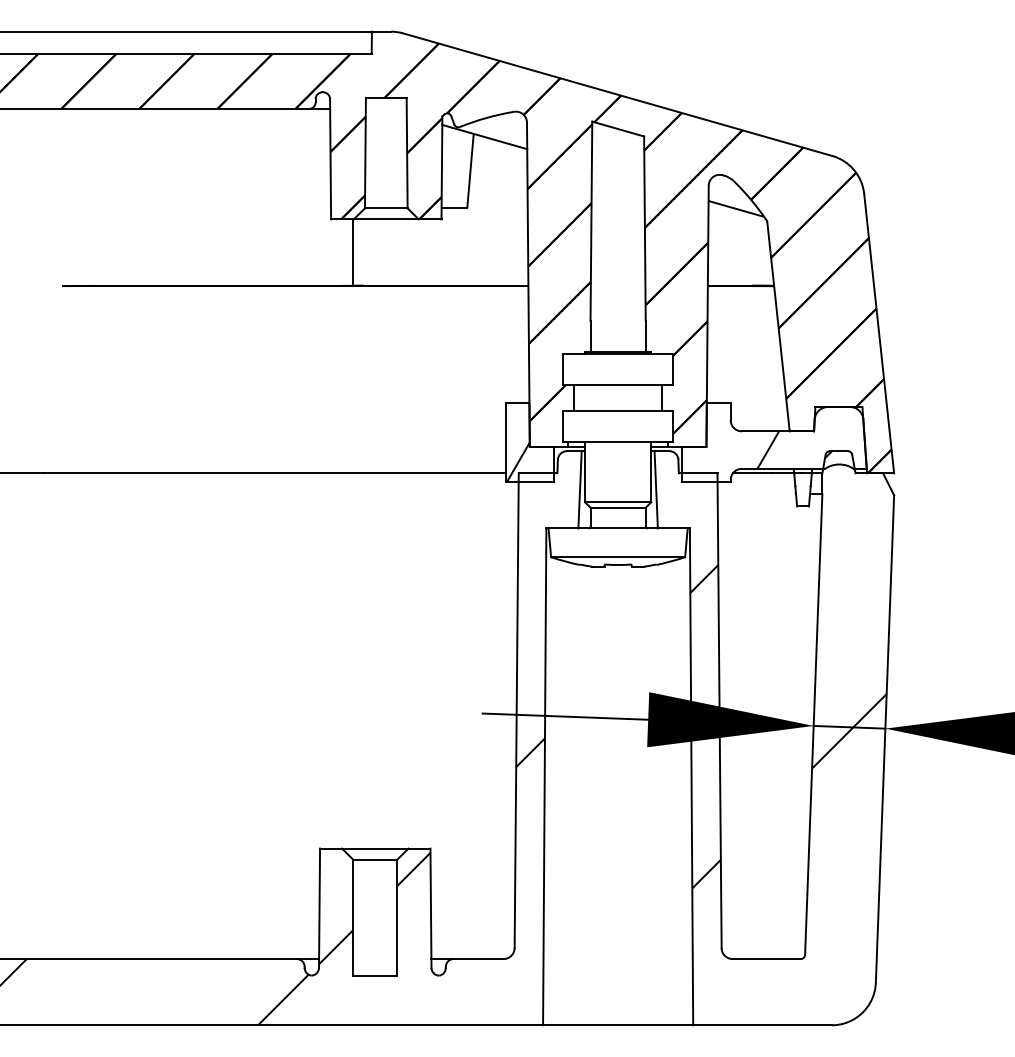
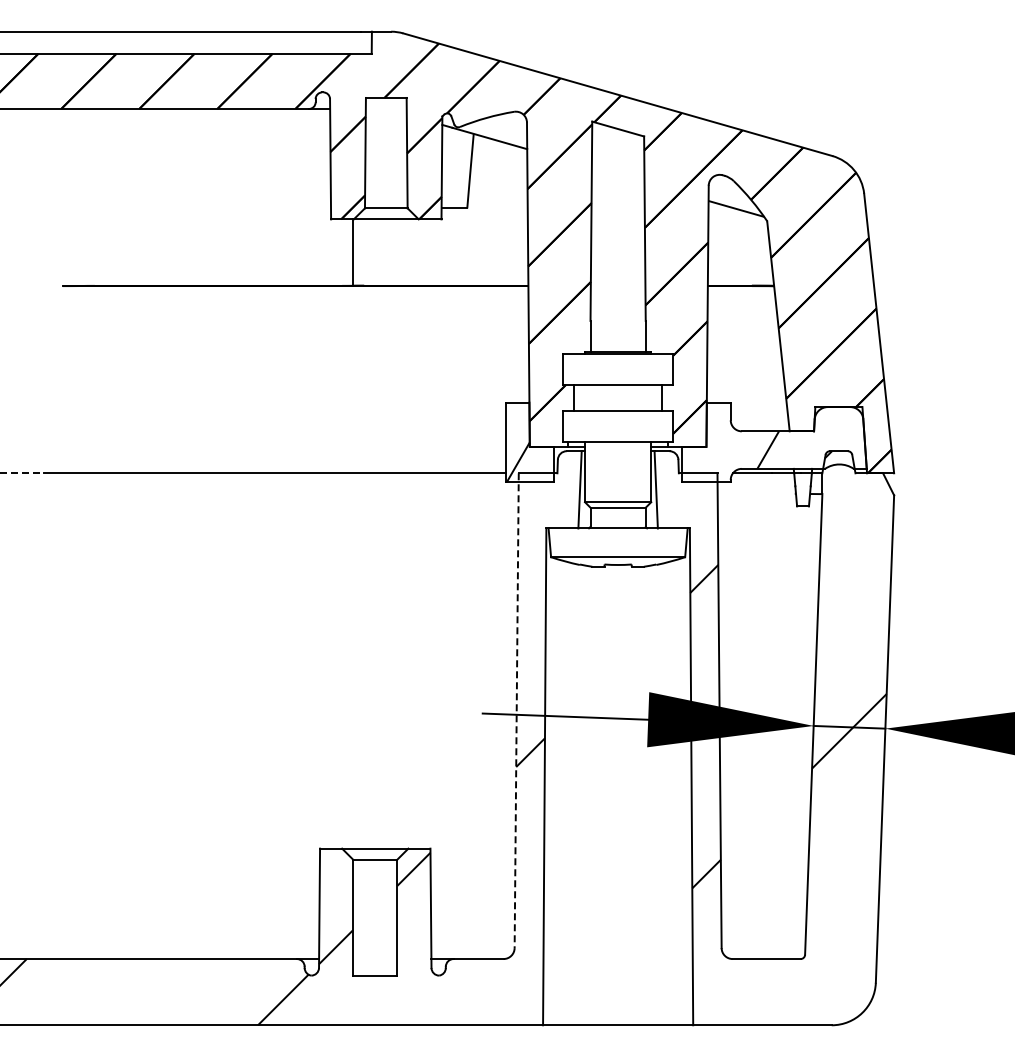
line at (22, 473): solid -> dashed
line at (516, 711): solid -> dashed
